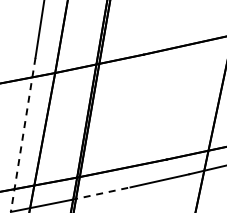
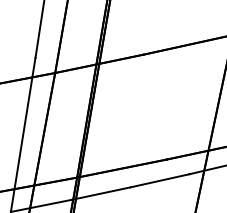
line at (23, 135): dashed -> solid
line at (101, 193): dashed -> solid
